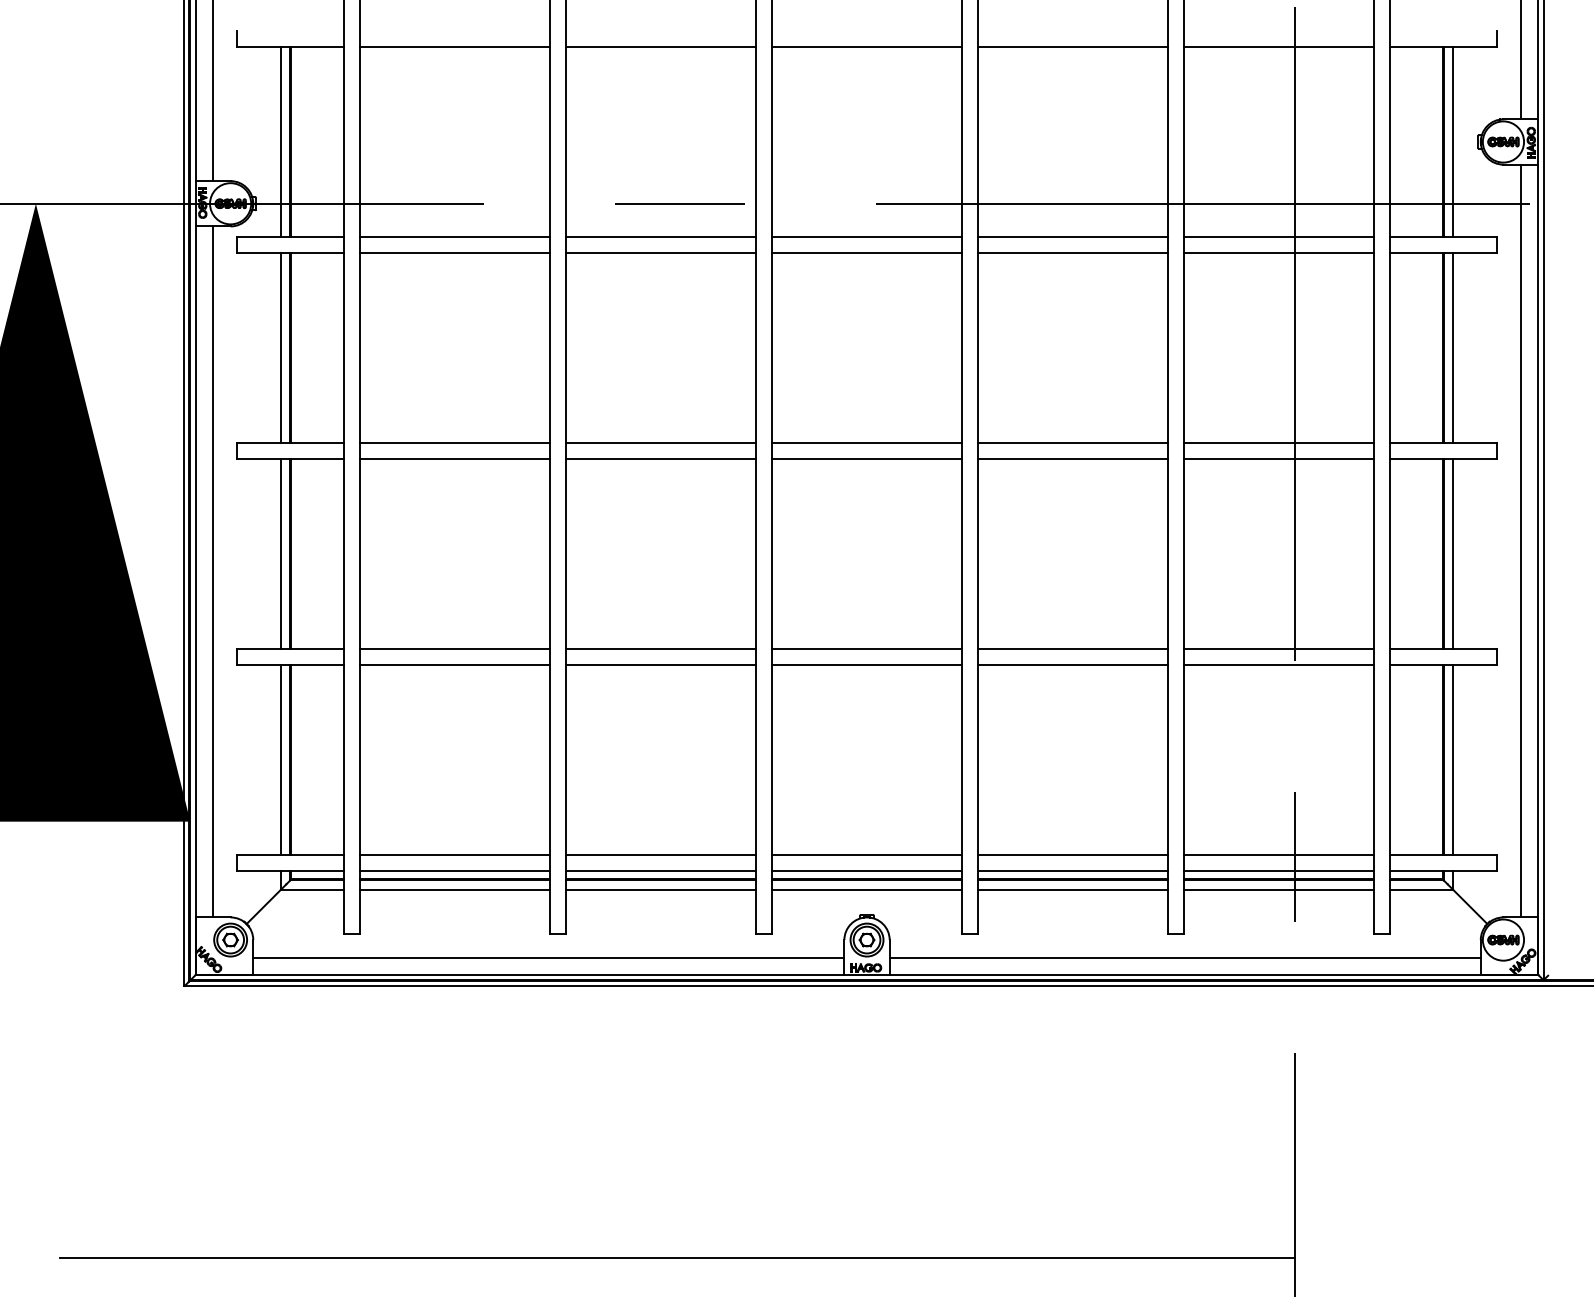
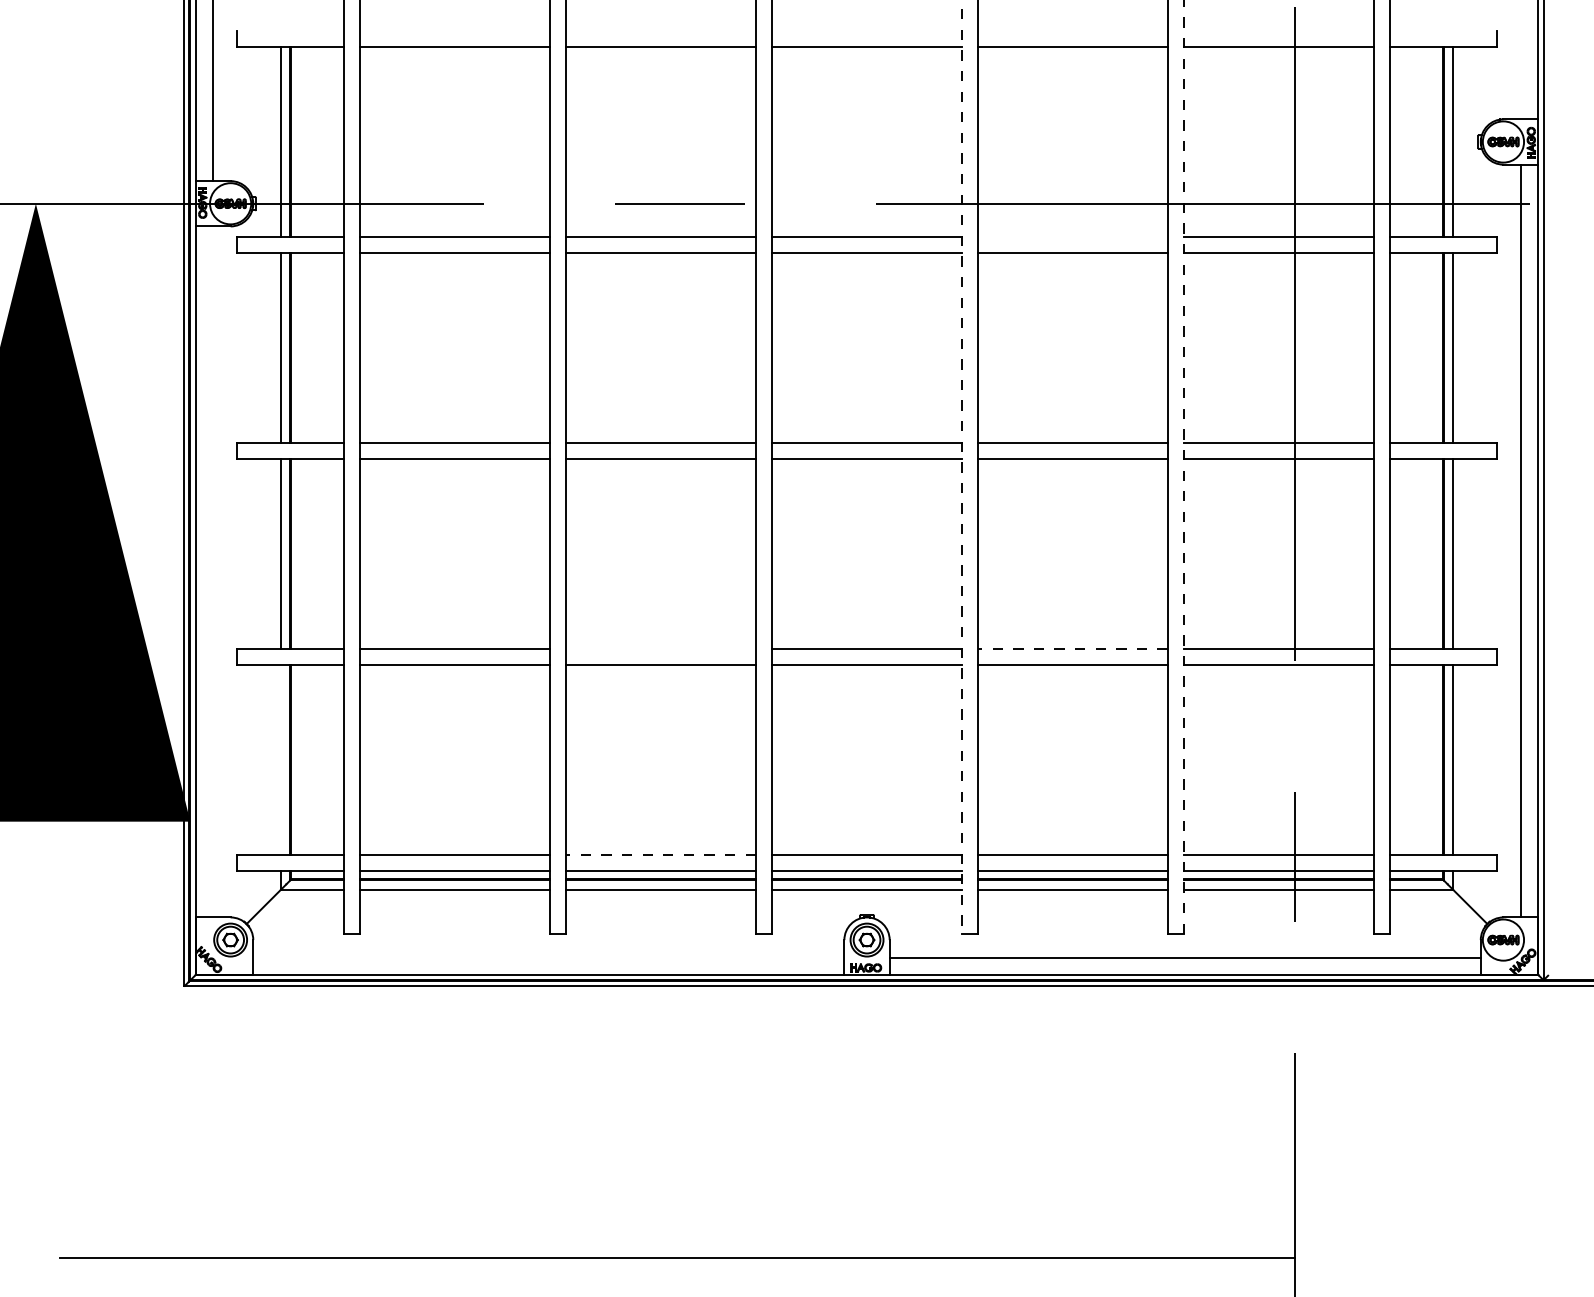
line at (1520, 60): present -> none
line at (1072, 236): present -> none
line at (961, 466): solid -> dashed
line at (1184, 466): solid -> dashed
line at (213, 571): present -> none
line at (660, 648): present -> none
line at (1073, 648): solid -> dashed
line at (281, 759): present -> none
line at (661, 854): solid -> dashed
line at (548, 957): present -> none
